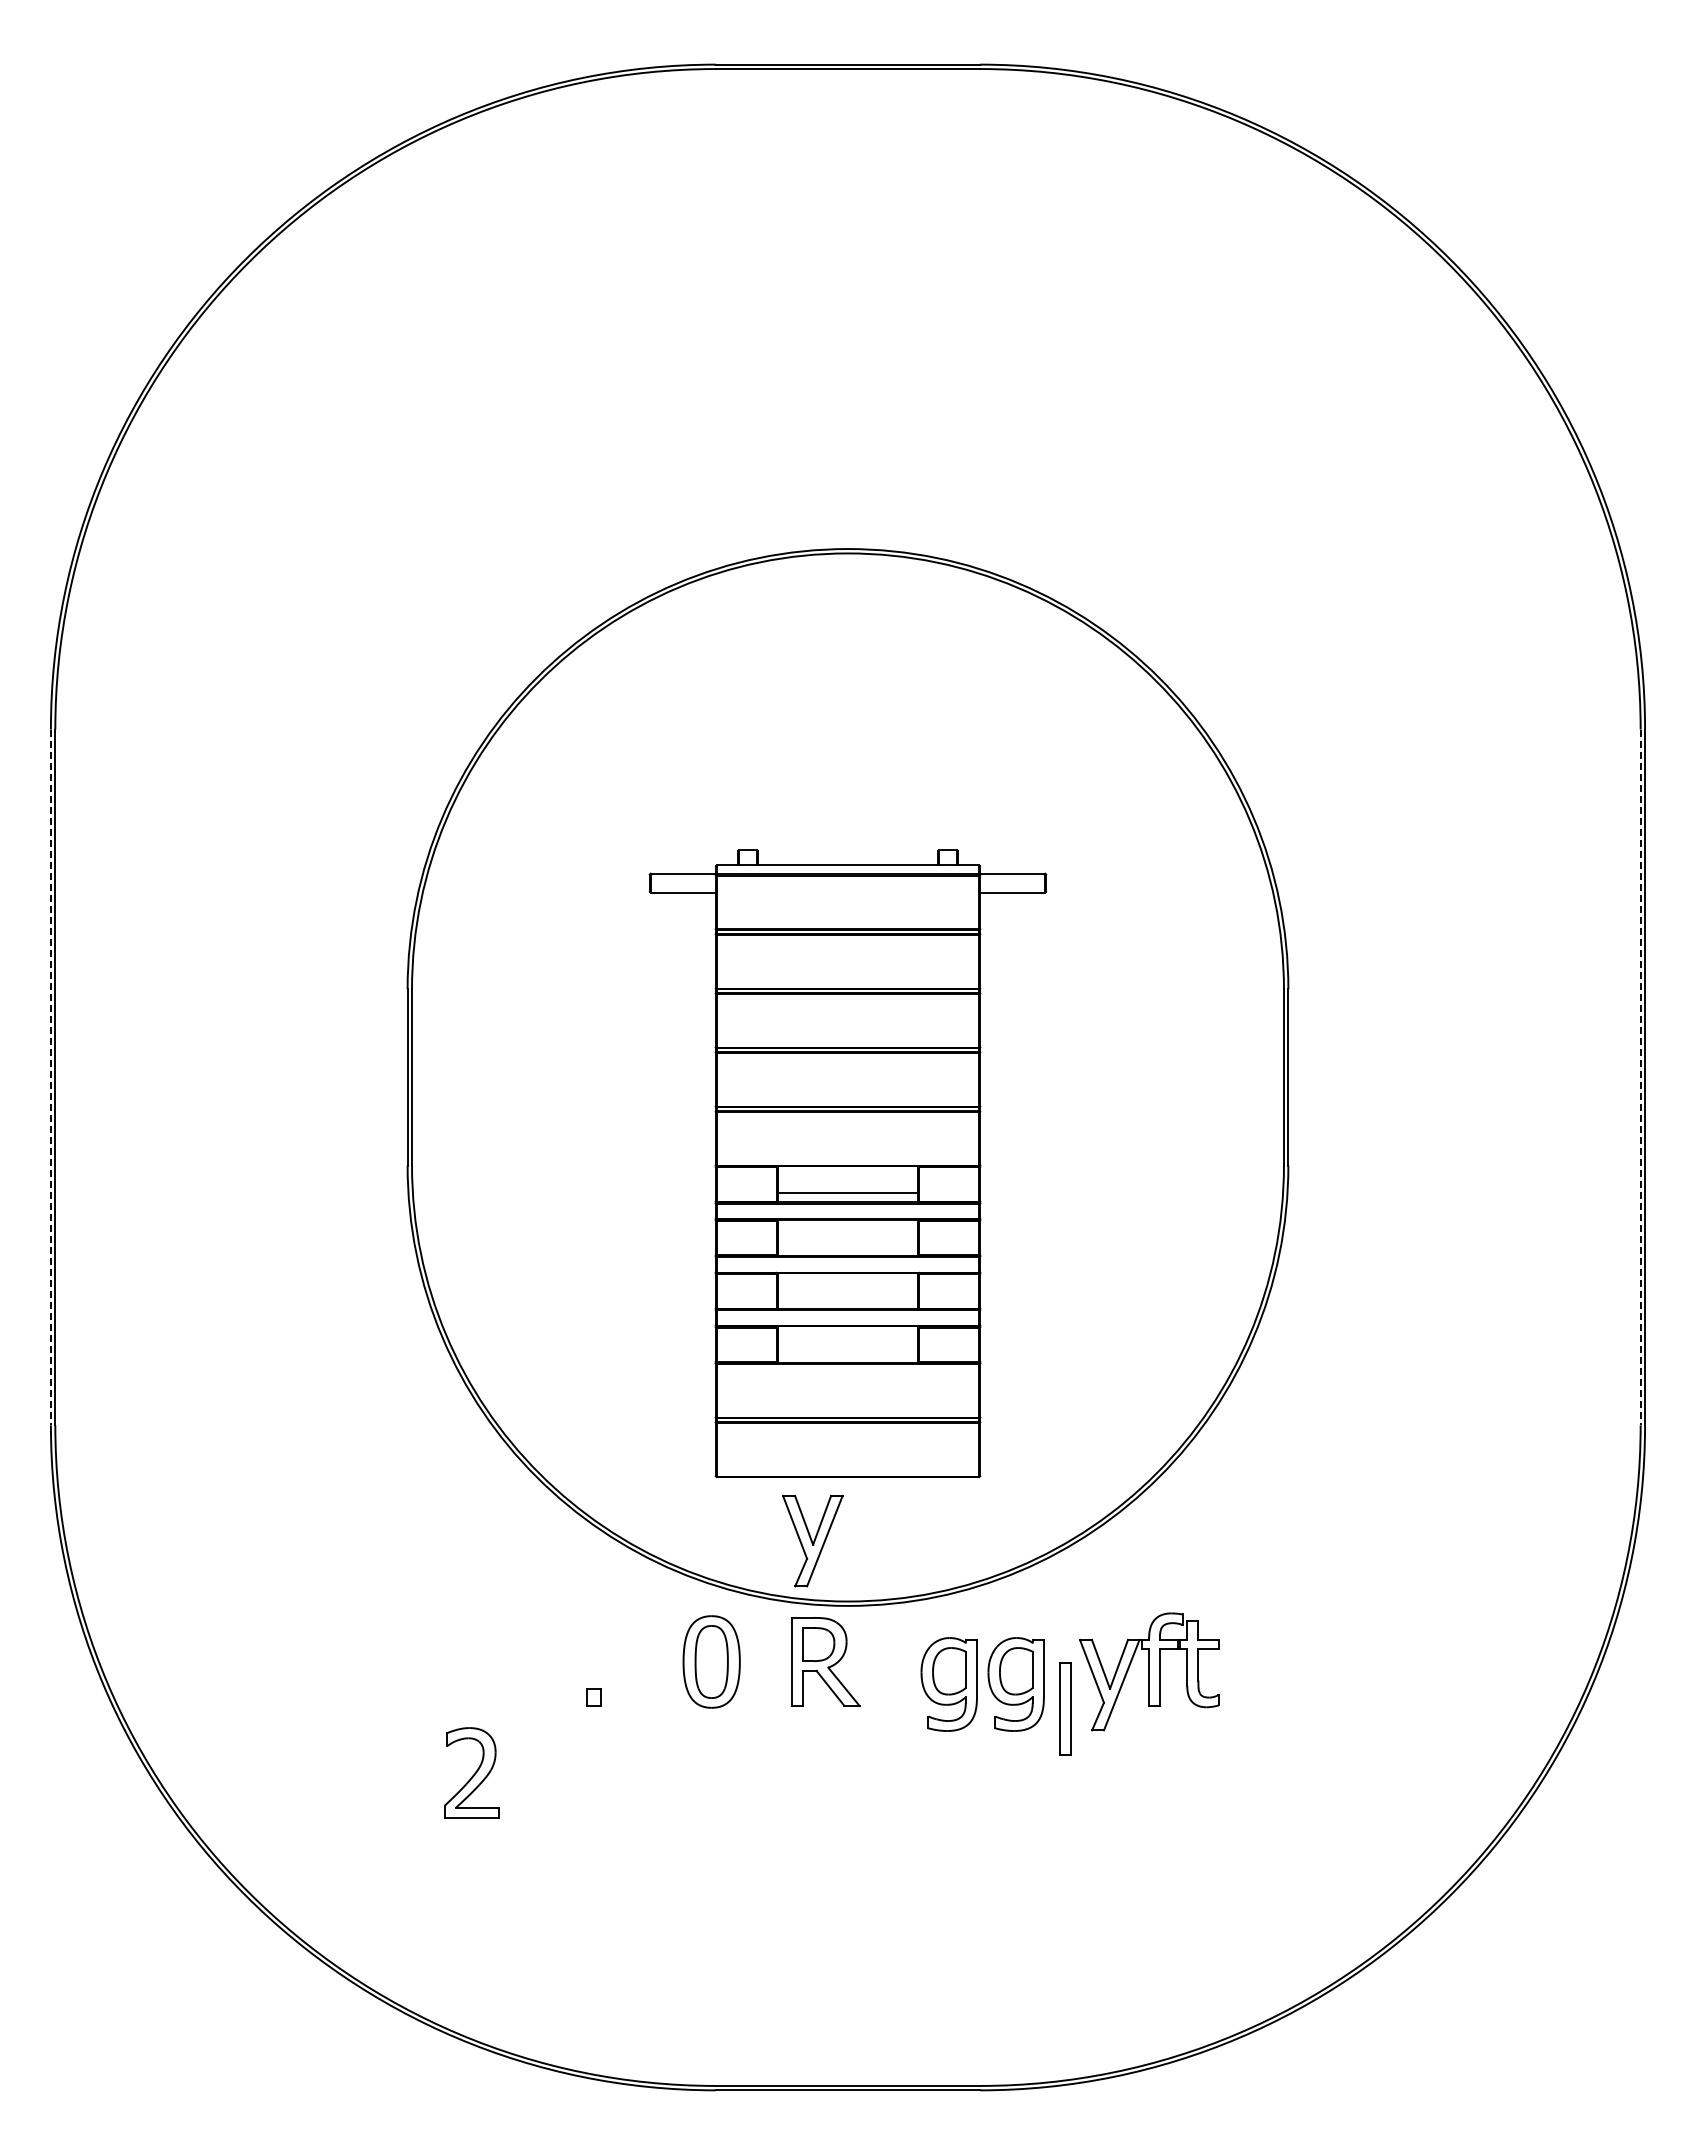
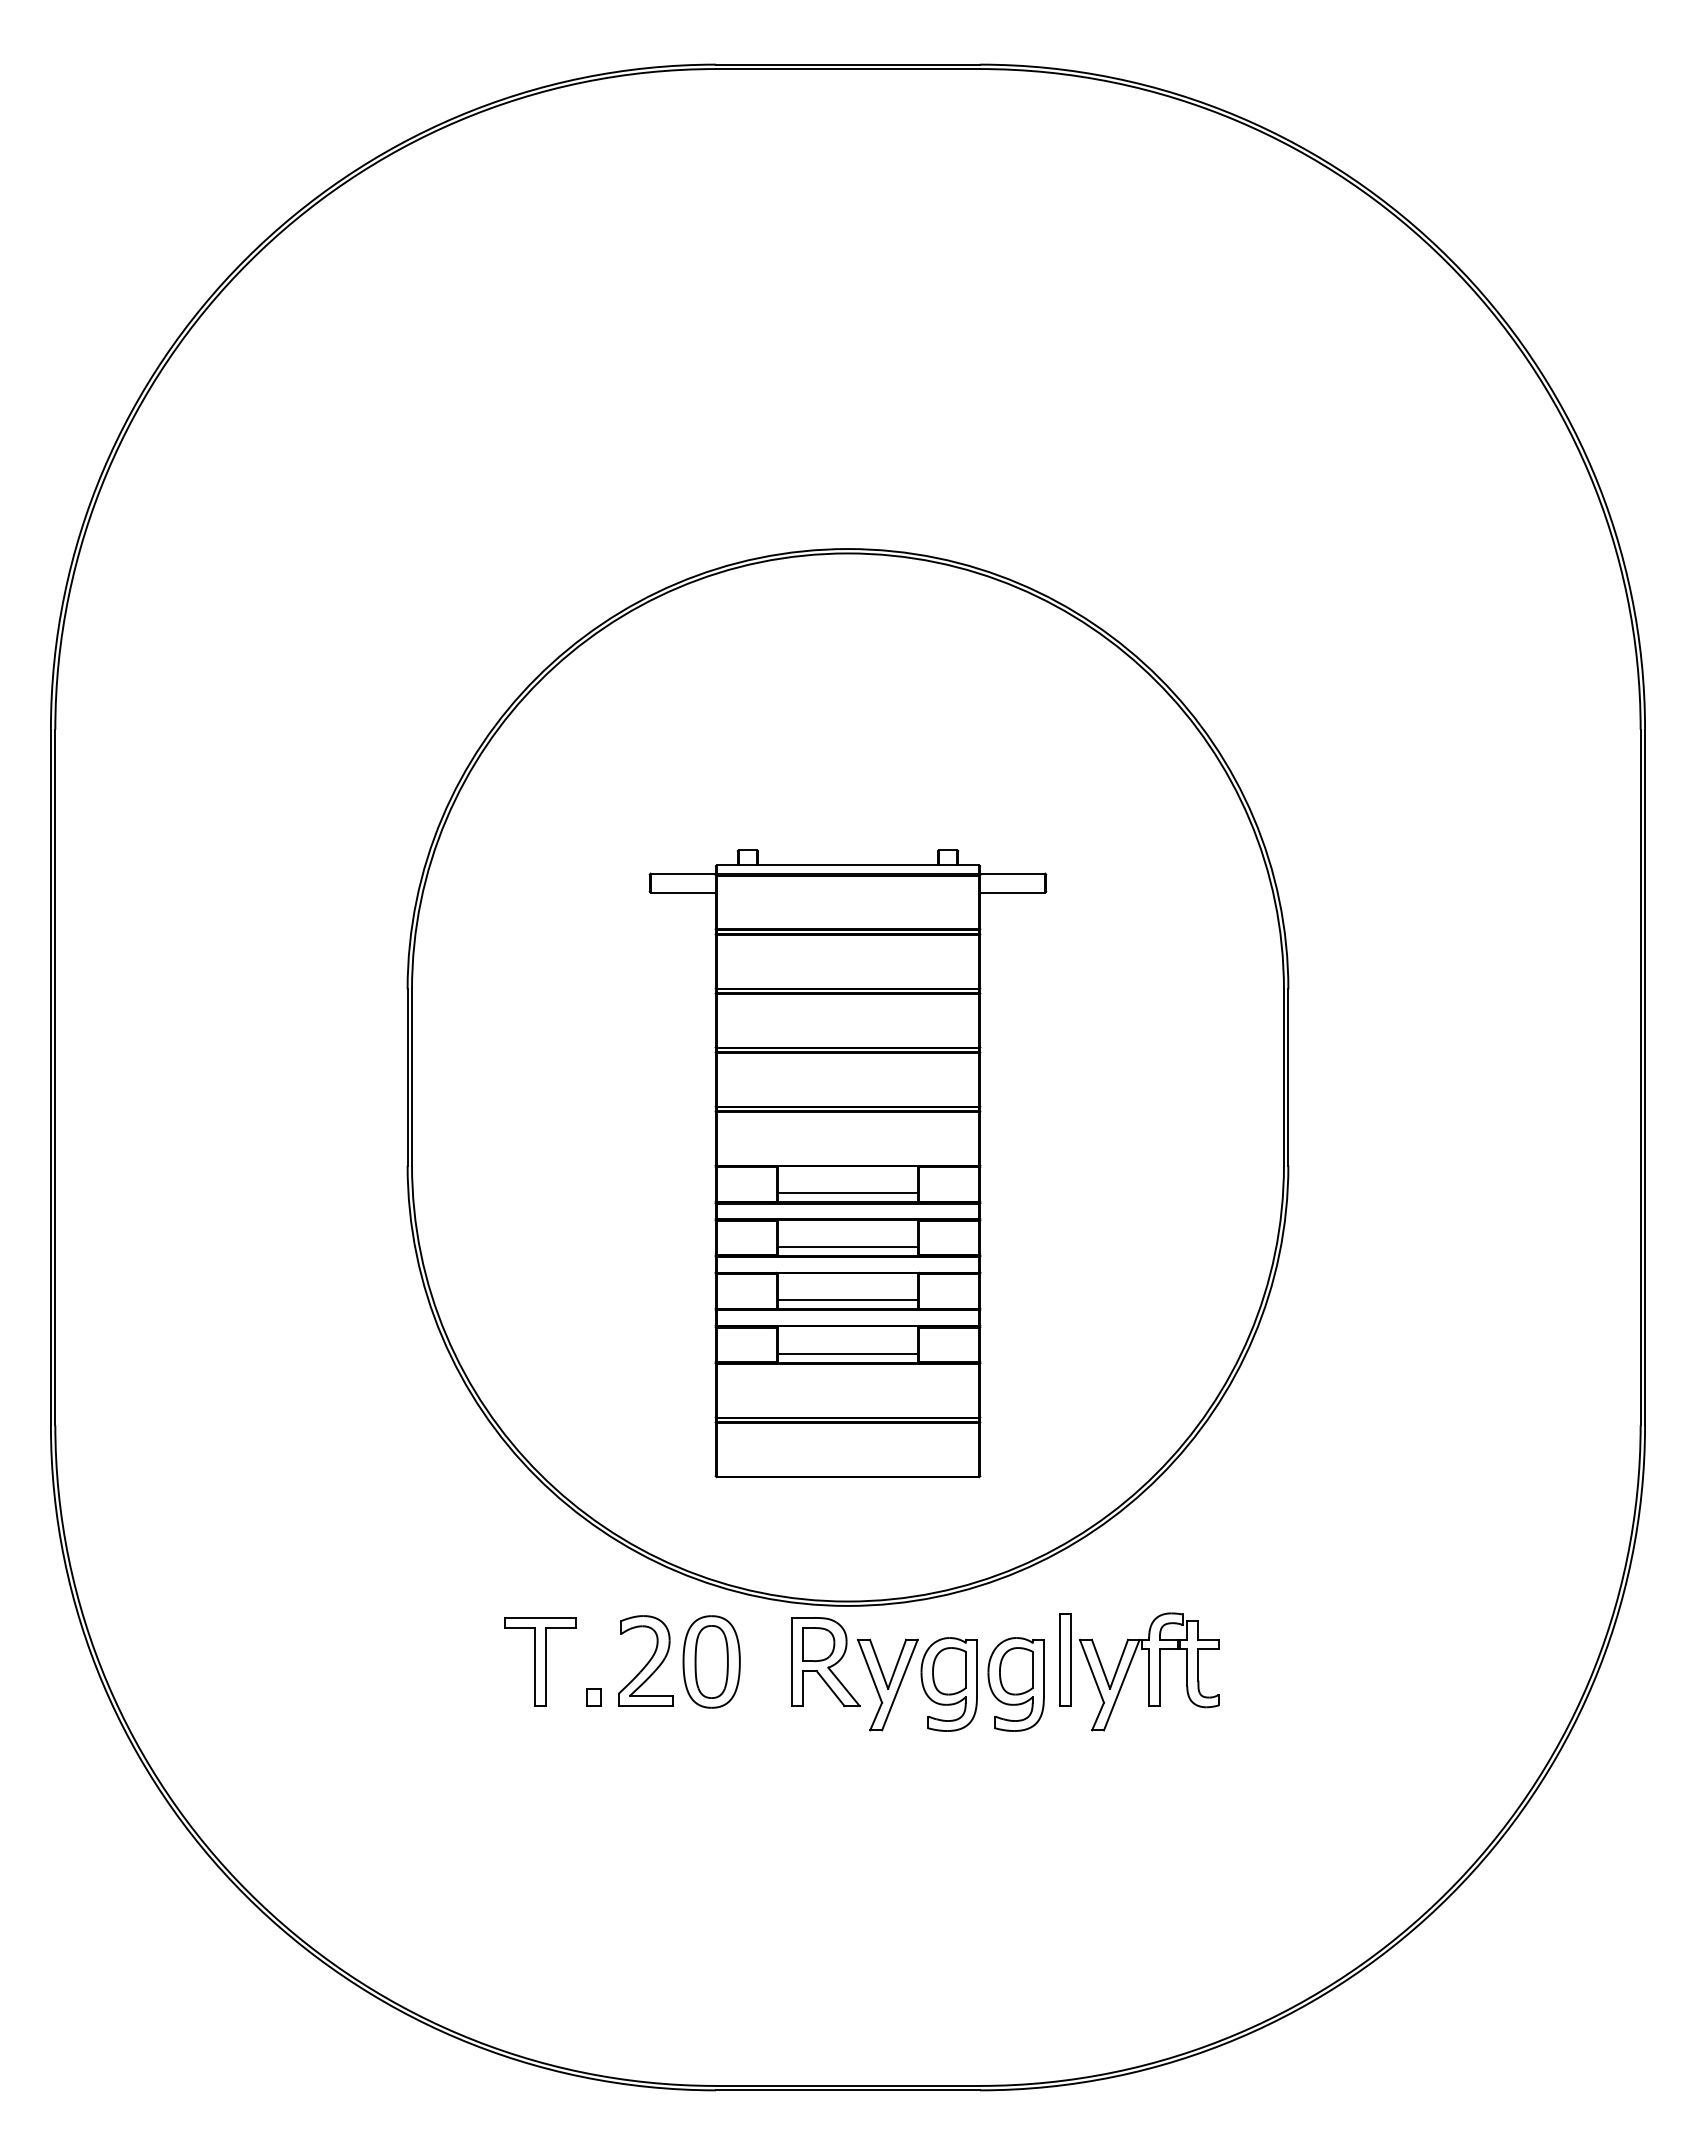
line at (50, 1077): dashed -> solid
line at (1640, 1077): dashed -> solid
line at (847, 1246): none -> present
line at (847, 1300): none -> present
line at (847, 1353): none -> present
part at (812, 1540) position: (812, 1540) -> (887, 1684)
part at (540, 1661): none -> present
part at (1065, 1708) position: (1065, 1708) -> (1065, 1659)
part at (471, 1772) position: (471, 1772) -> (645, 1660)
